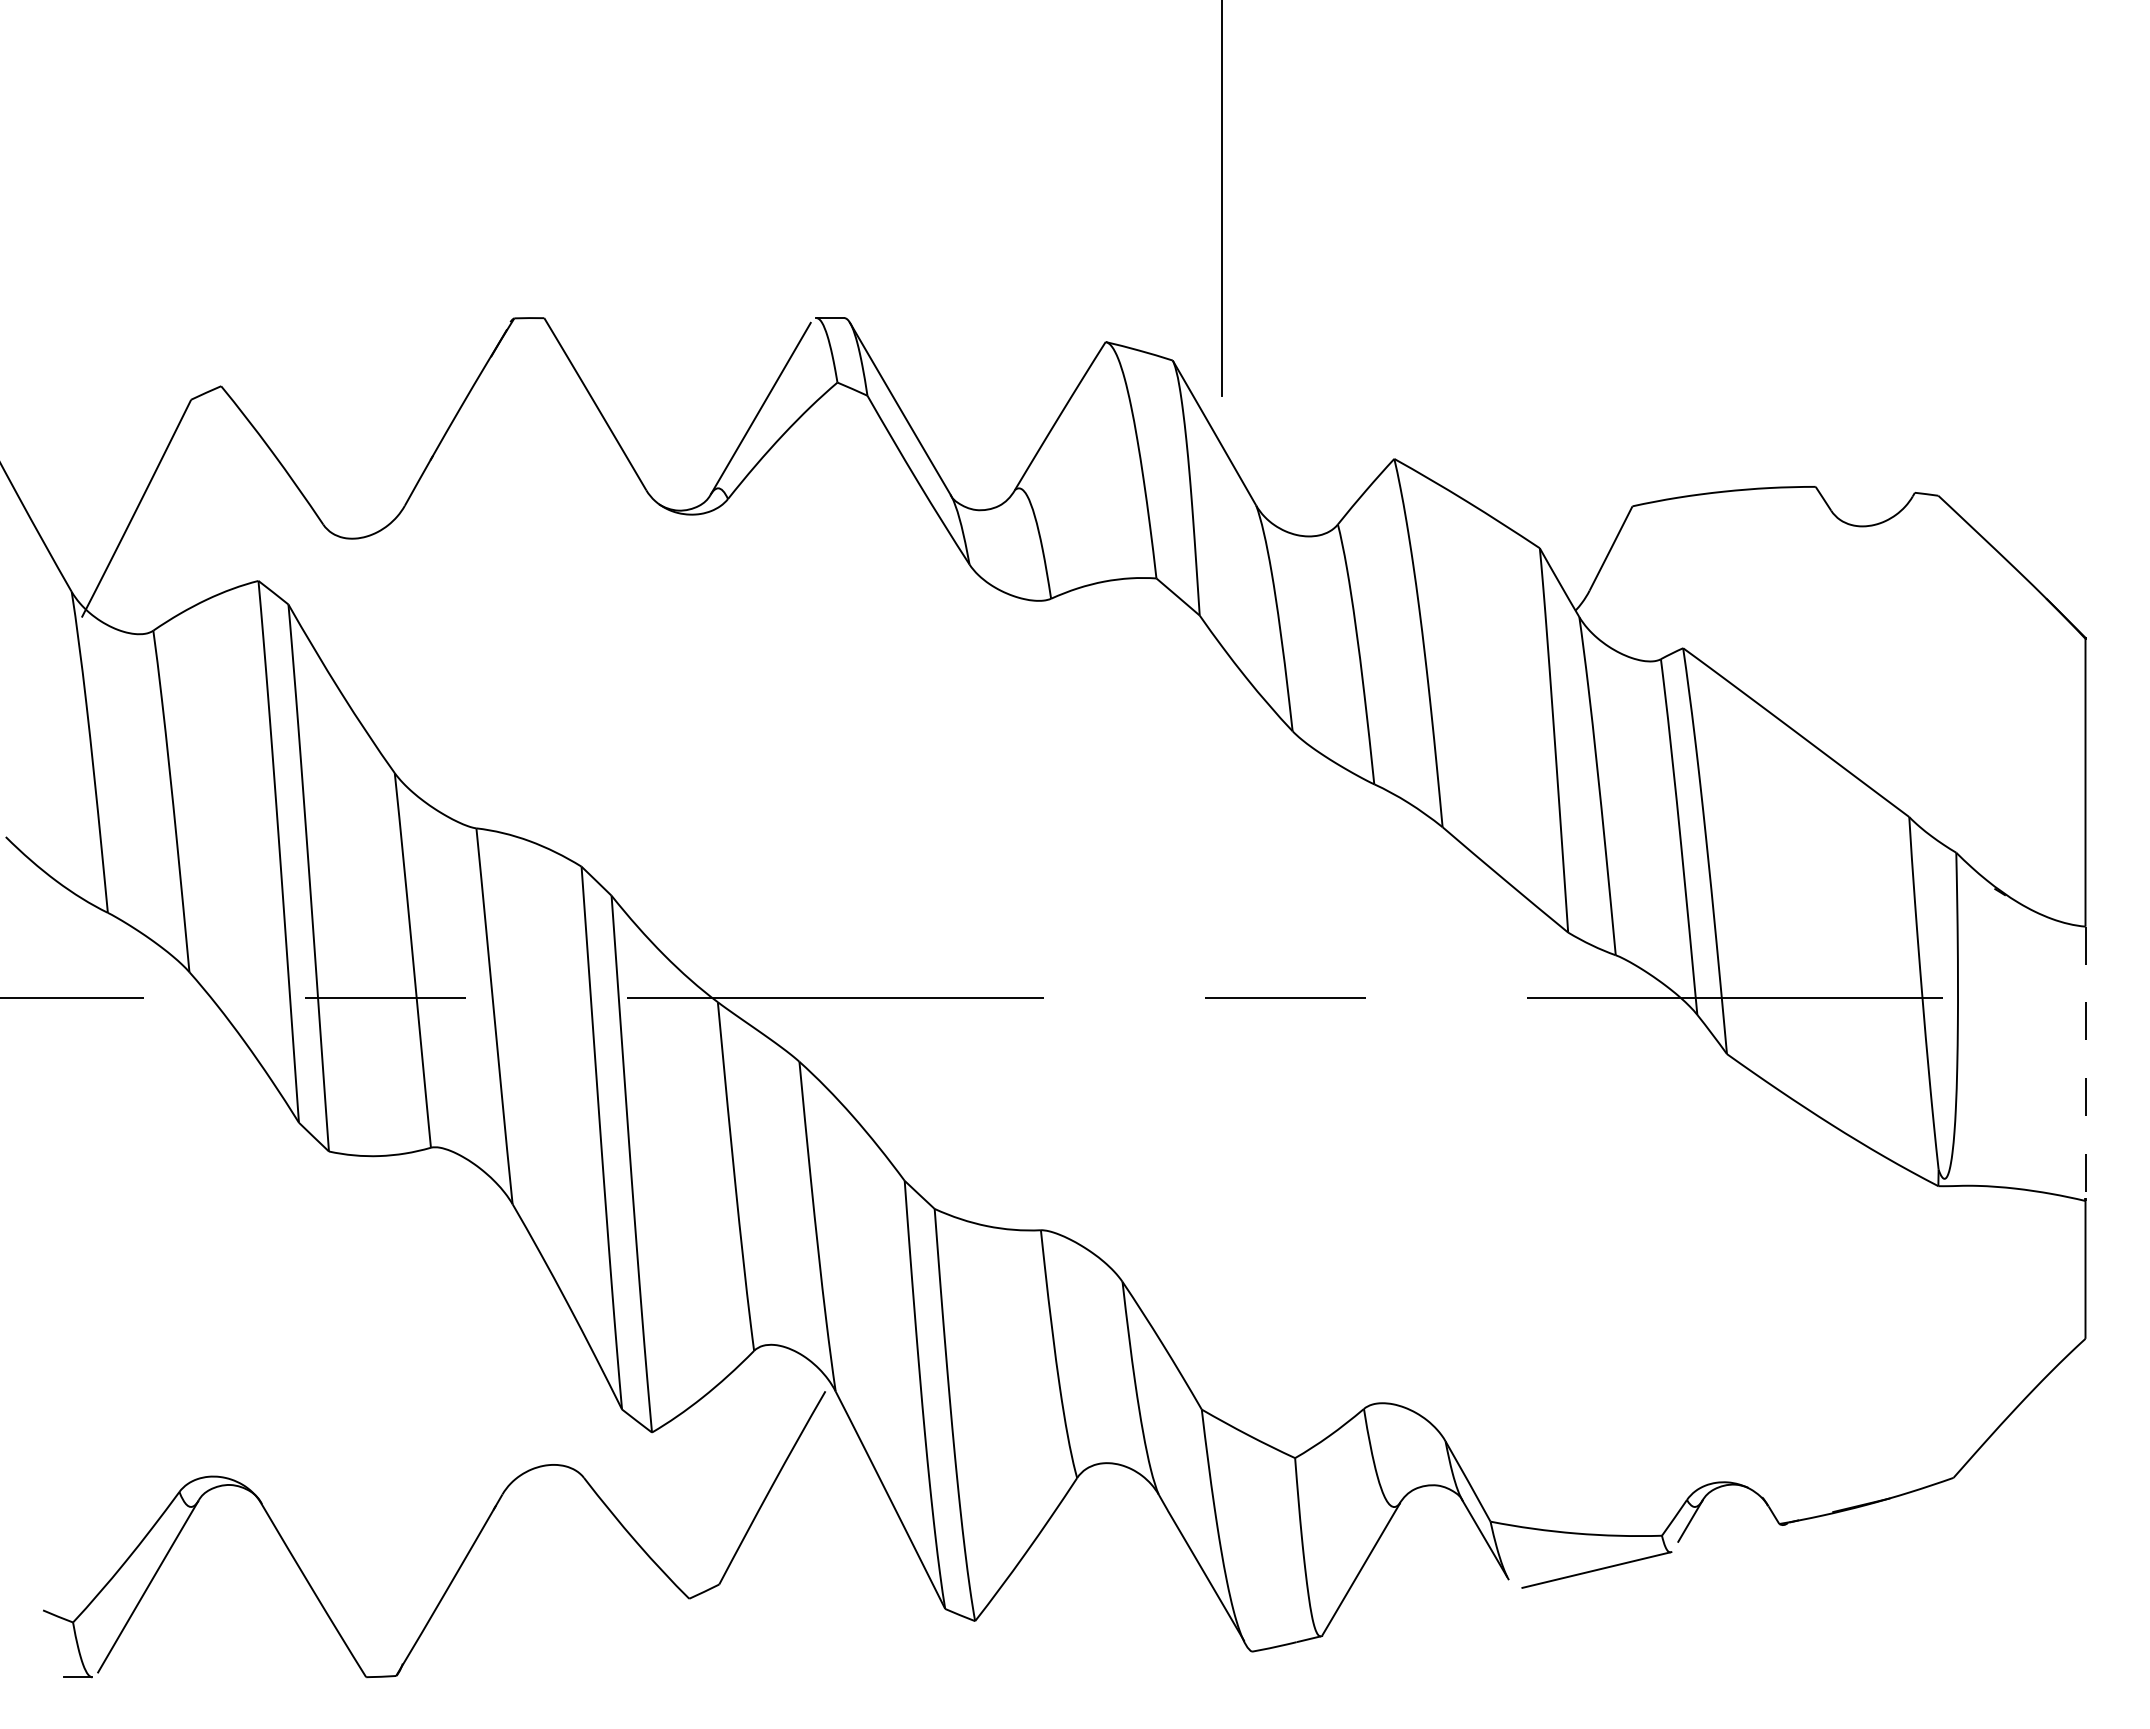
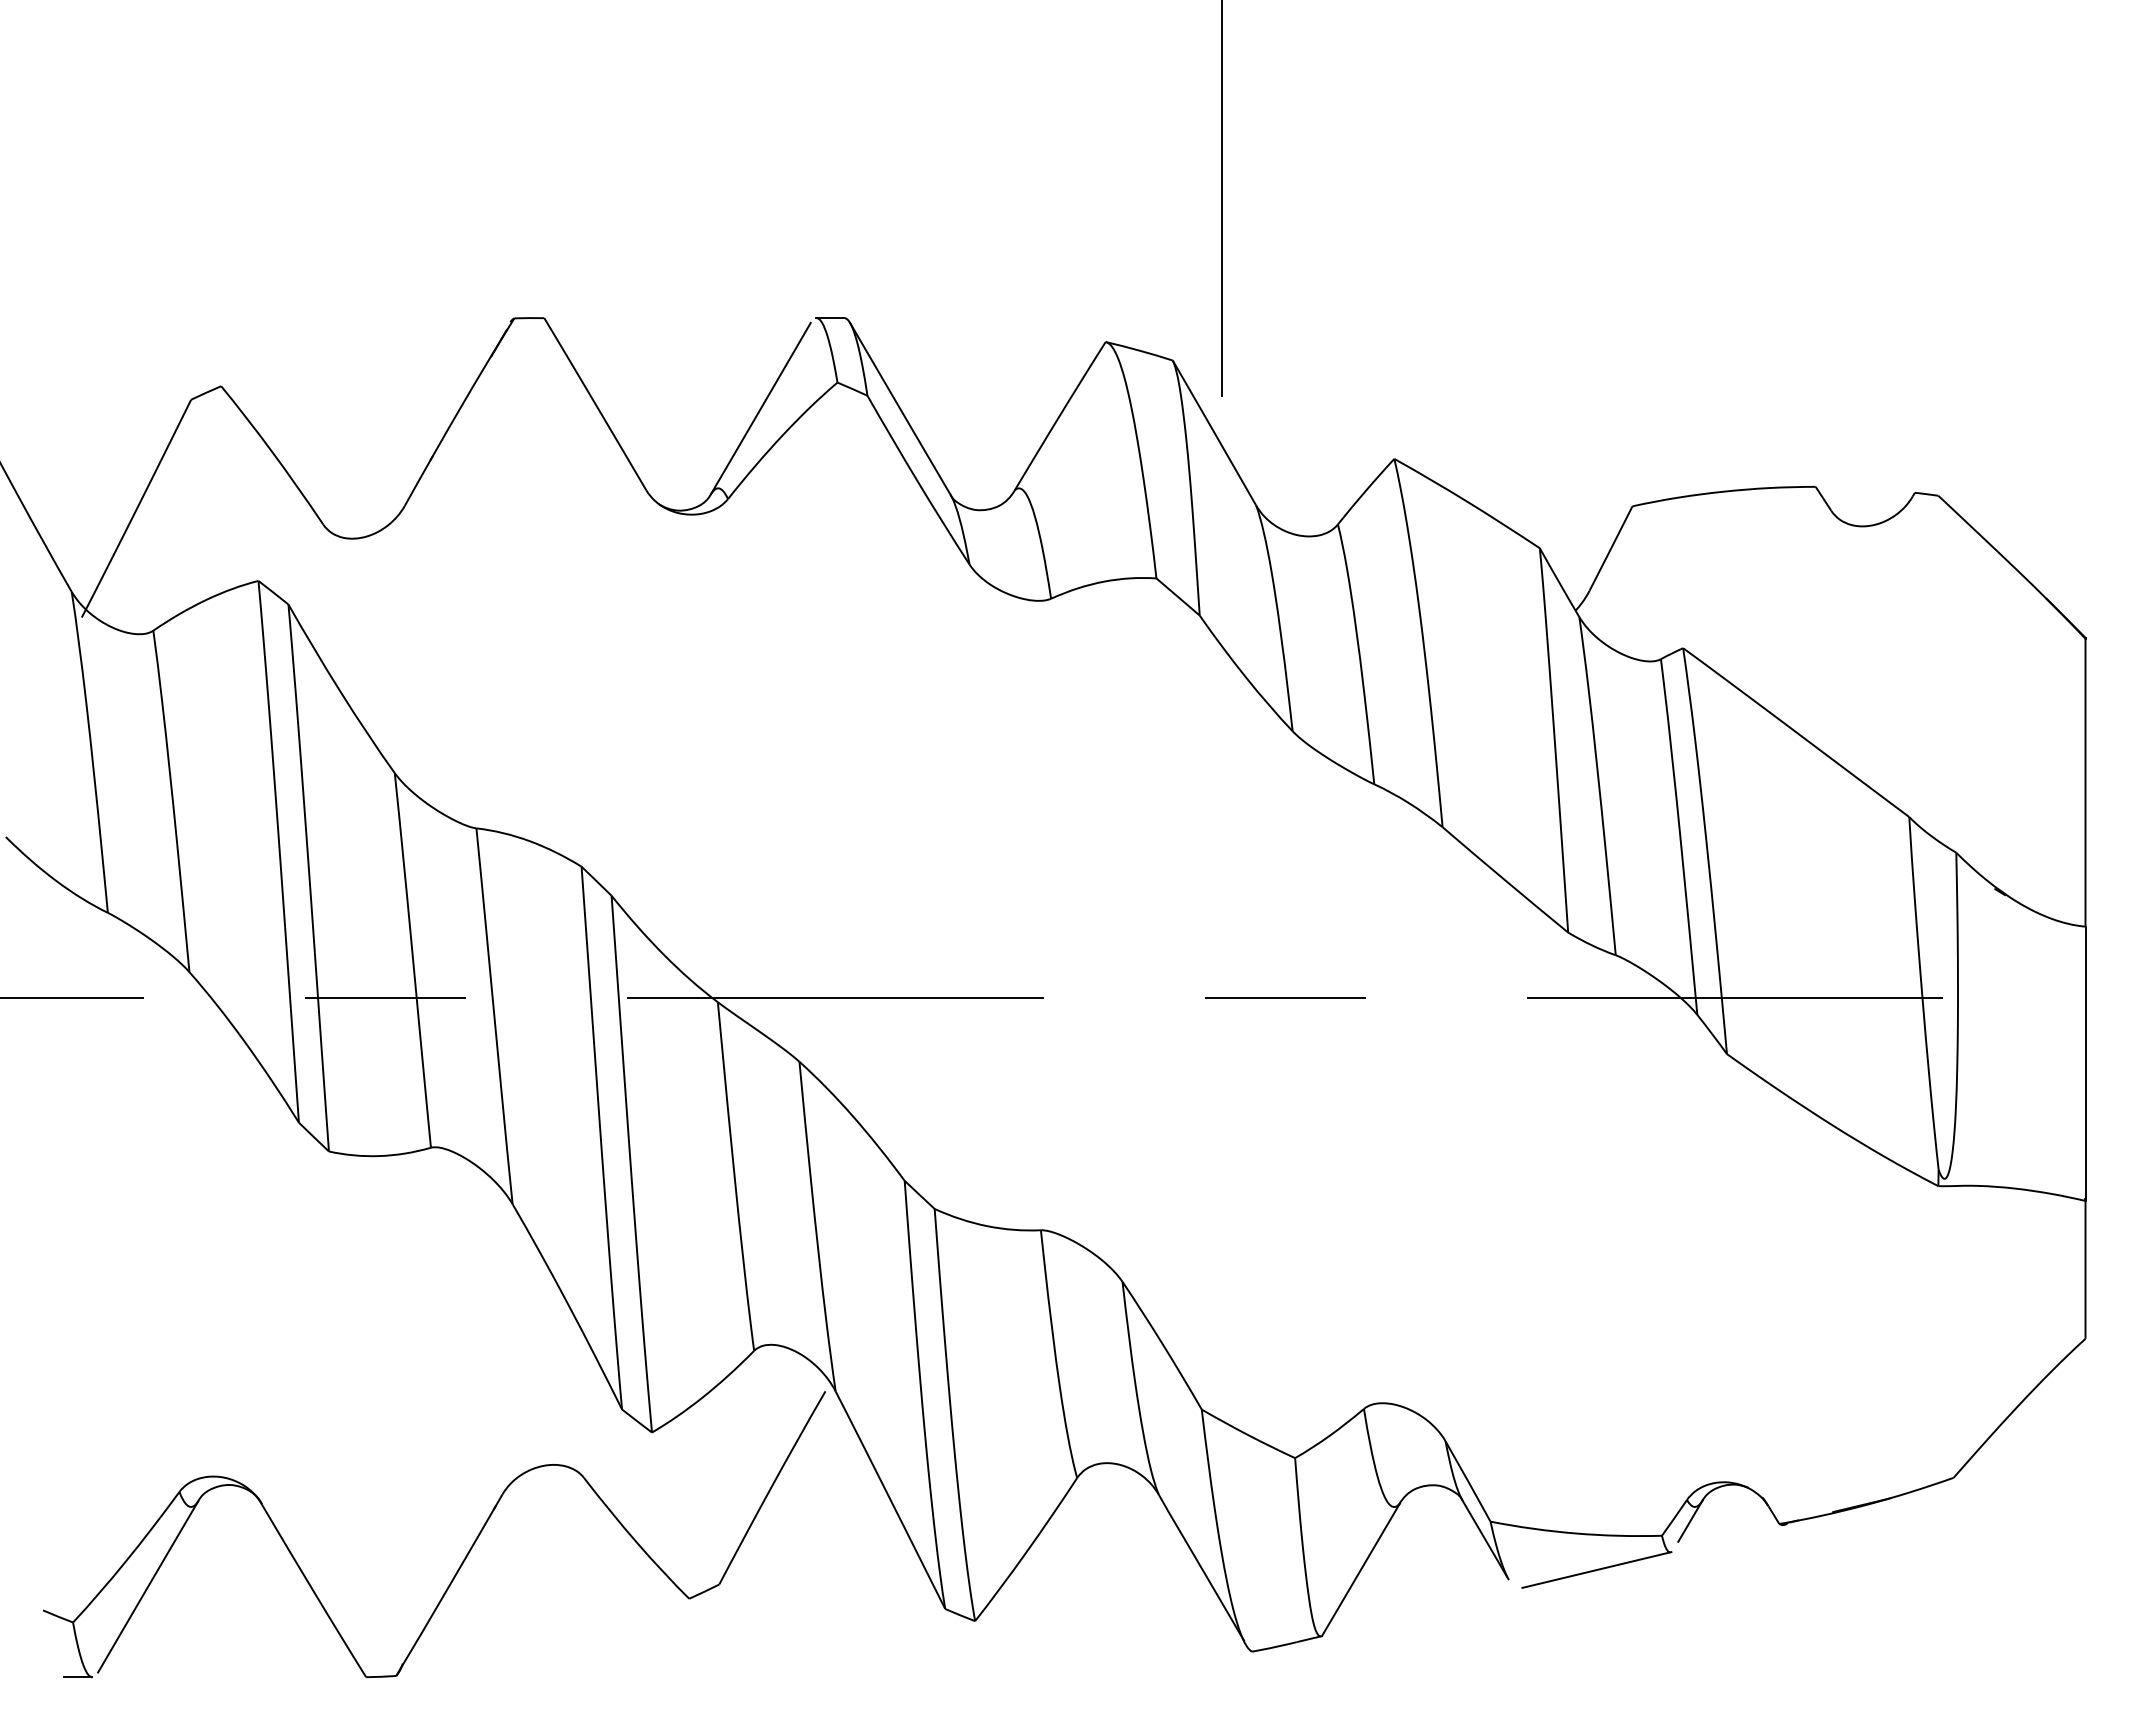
line at (2085, 1064): dashed -> solid
